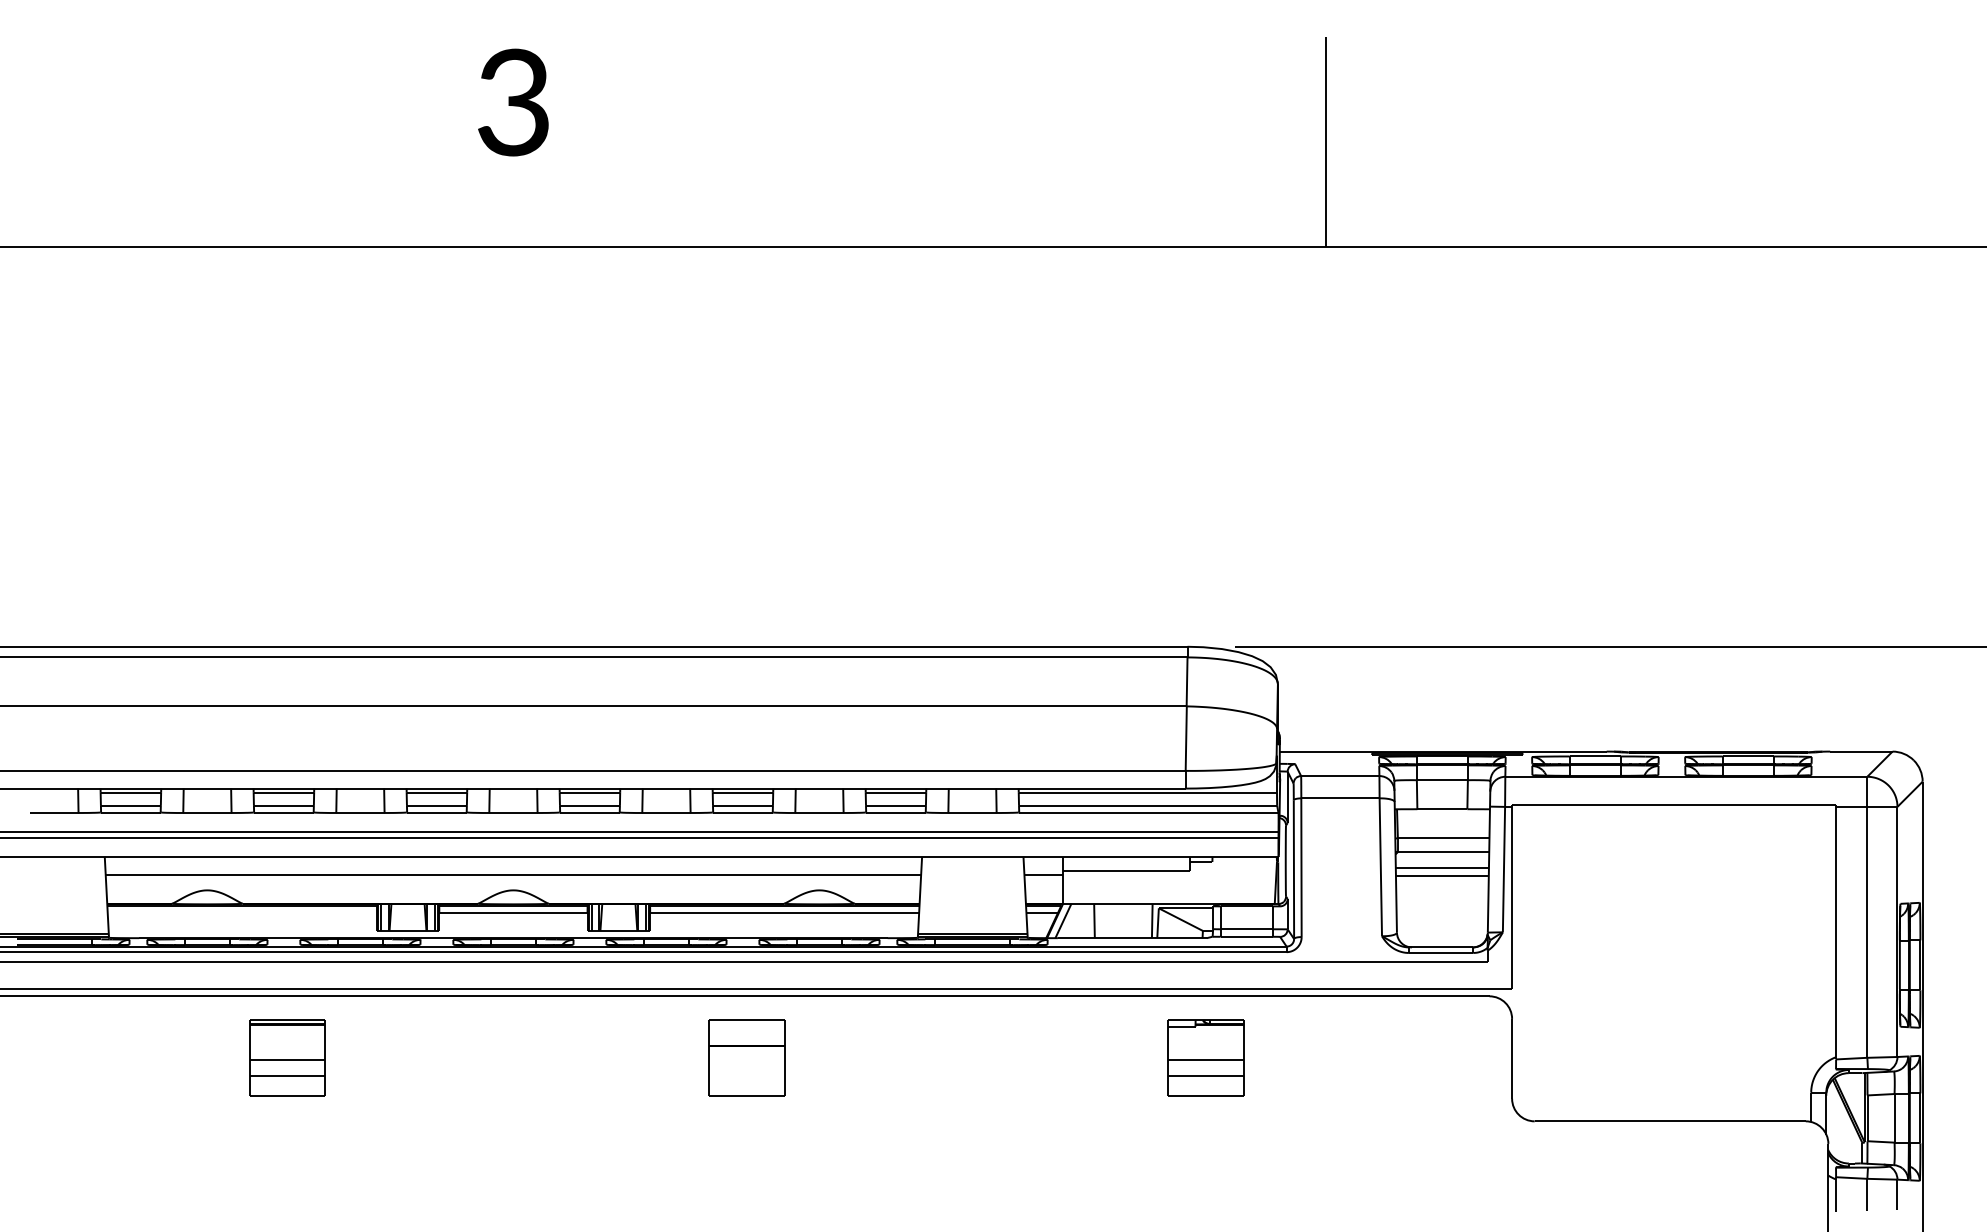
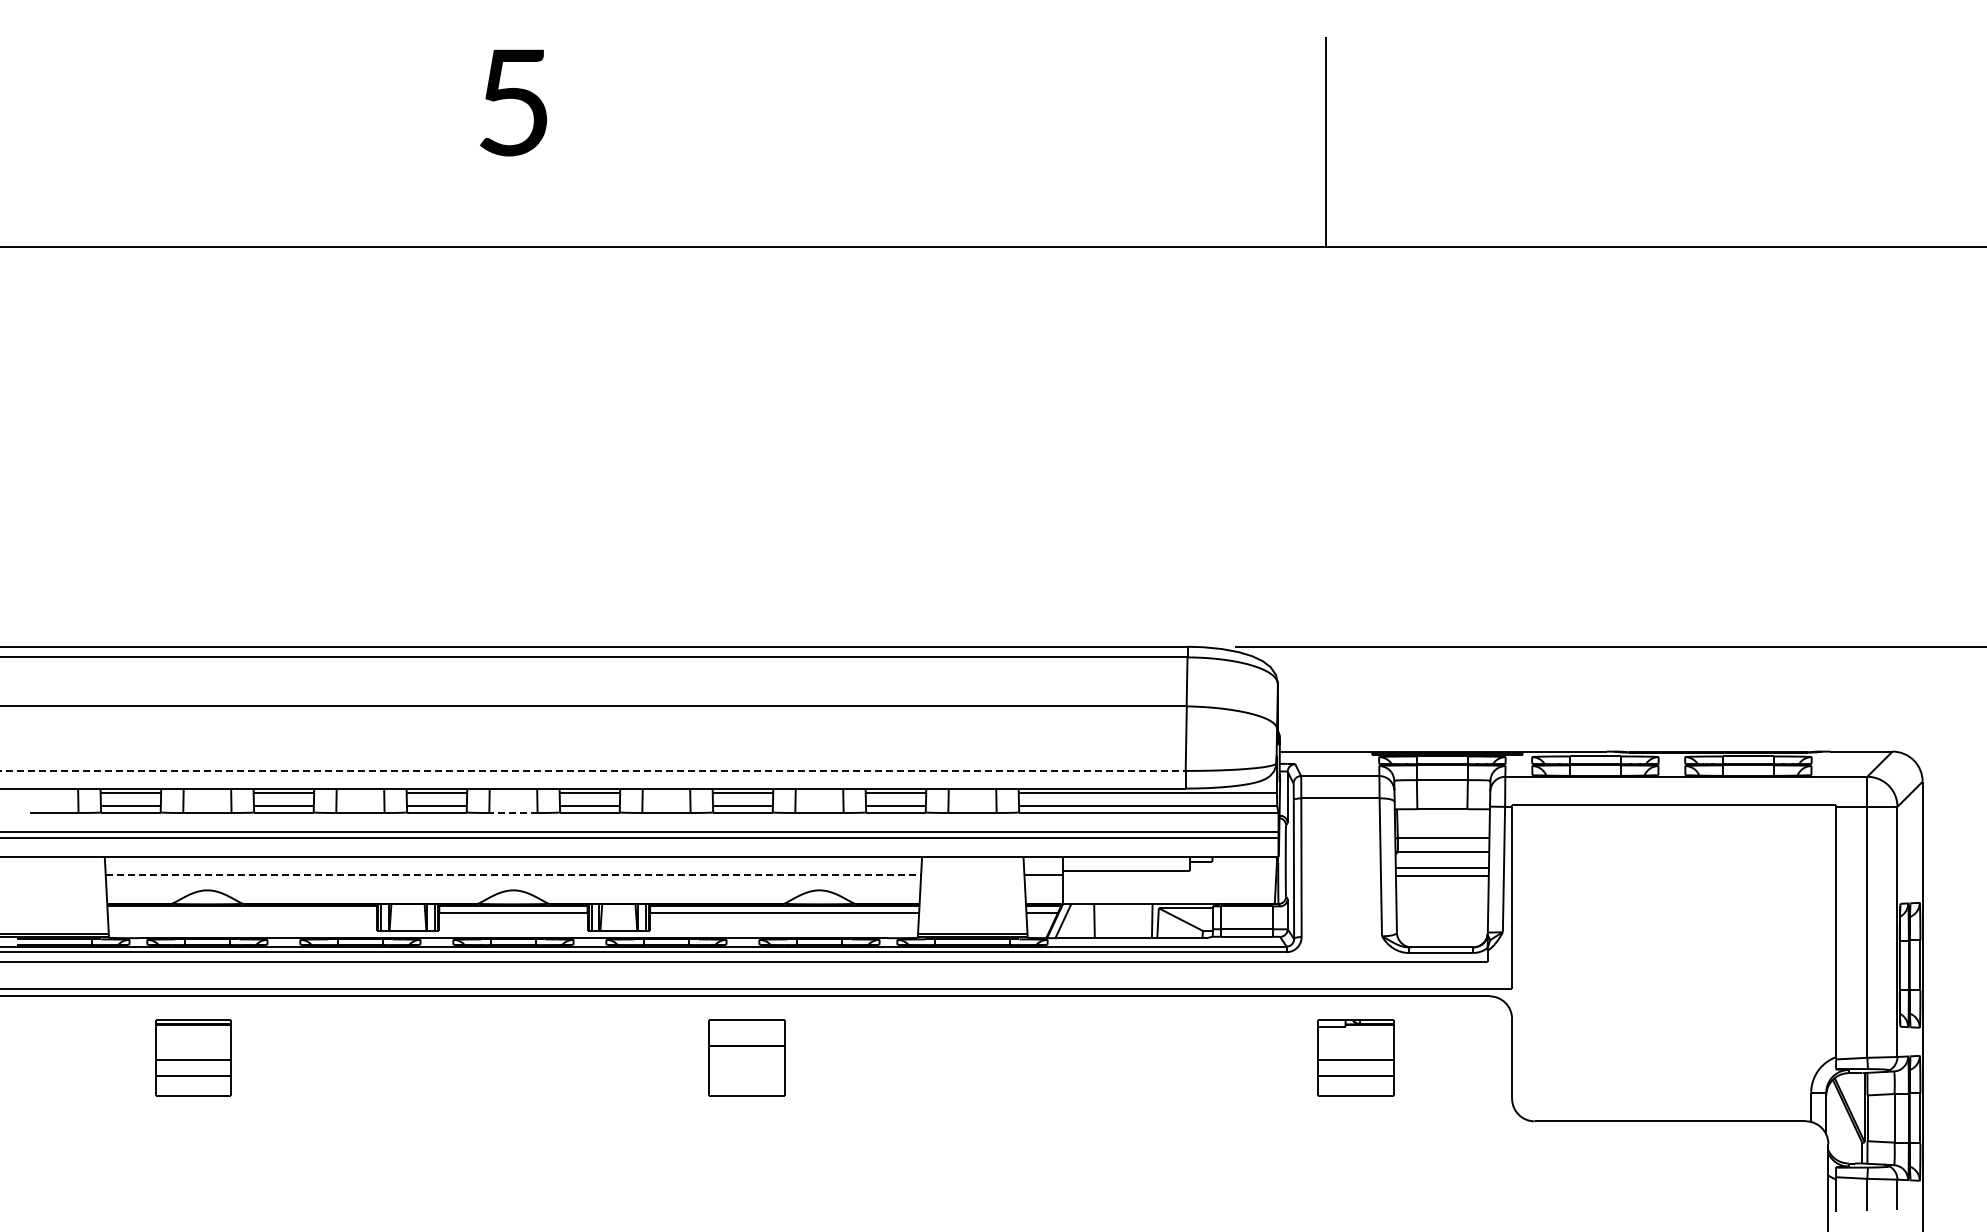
text at (513, 102): 3 -> 5
line at (592, 770): solid -> dashed
line at (512, 812): solid -> dashed
line at (513, 874): solid -> dashed
part at (287, 1057) position: (287, 1057) -> (193, 1057)
part at (1205, 1057) position: (1205, 1057) -> (1355, 1057)
